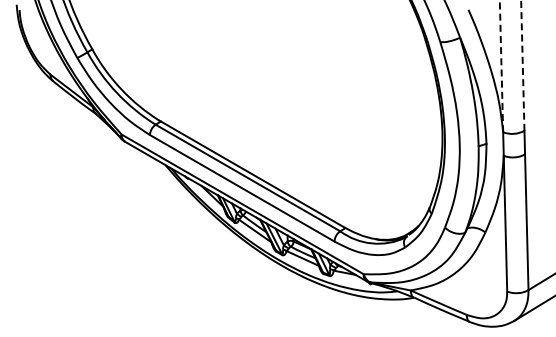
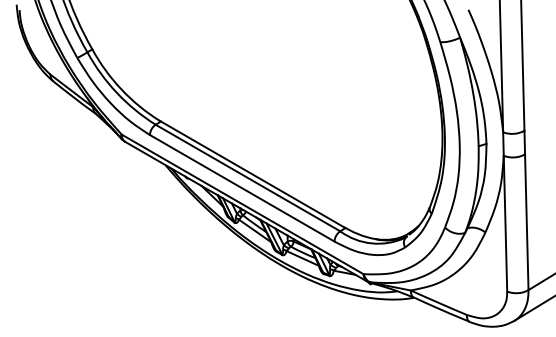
line at (522, 64): dashed -> solid
line at (501, 66): dashed -> solid
